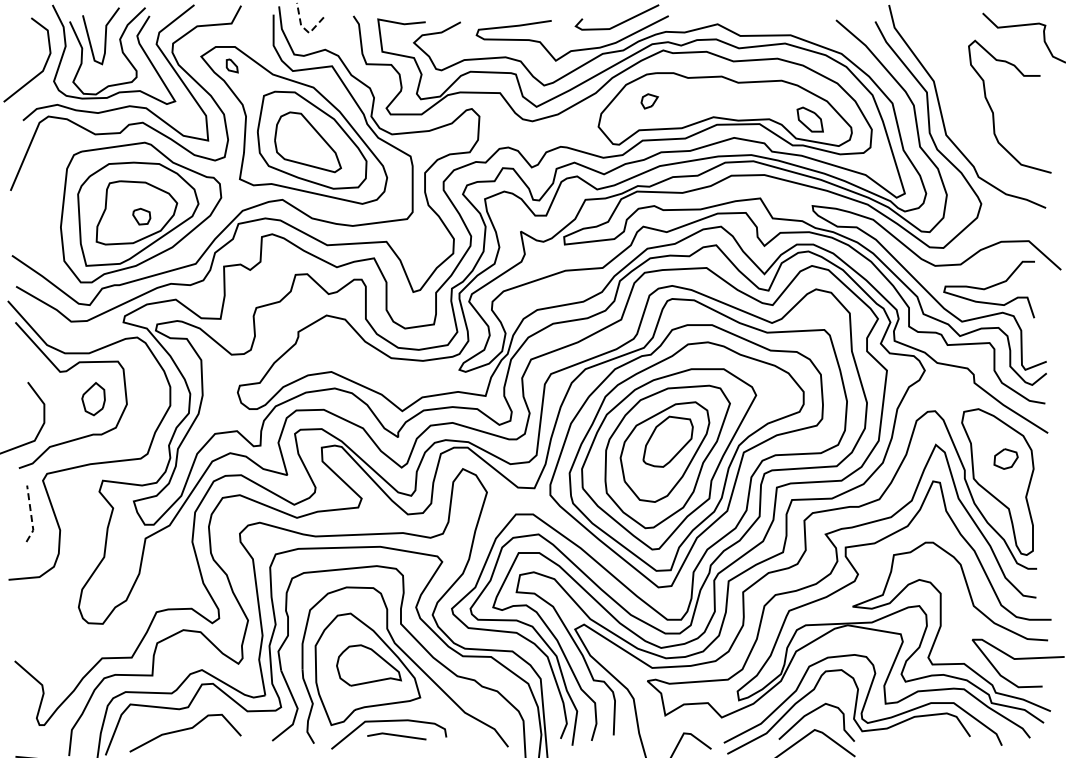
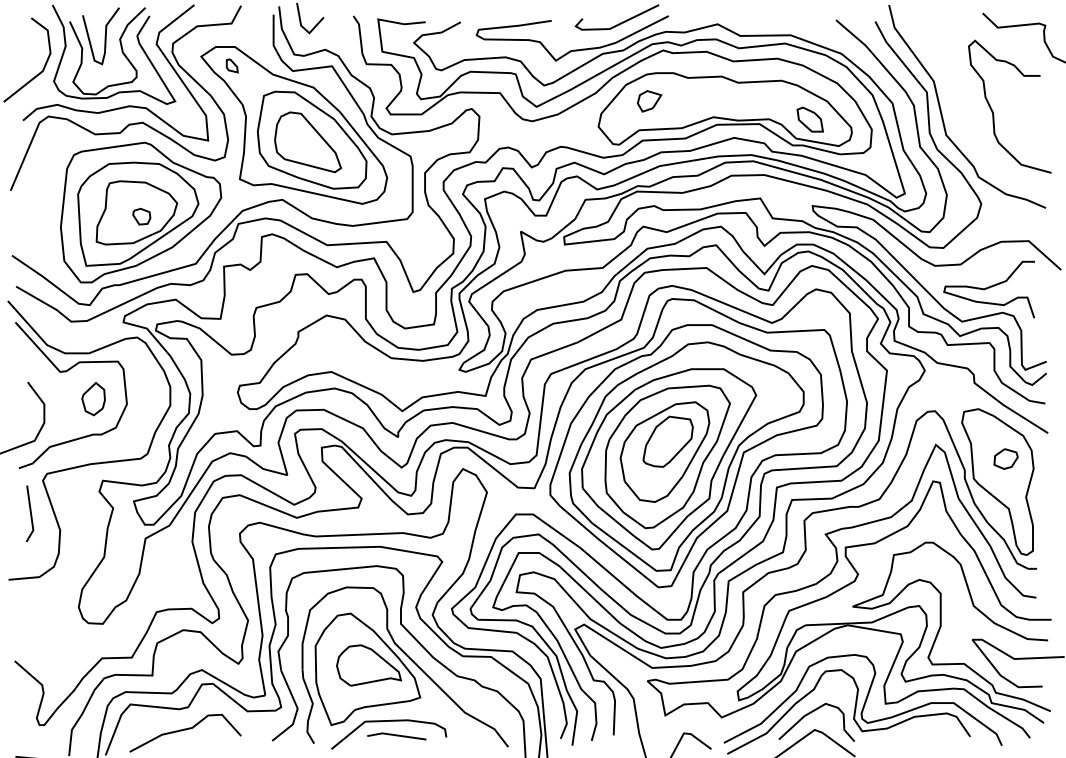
line at (304, 28): dashed -> solid
part at (649, 101) size: 19x17 px -> 26x23 px
line at (31, 514): dashed -> solid
